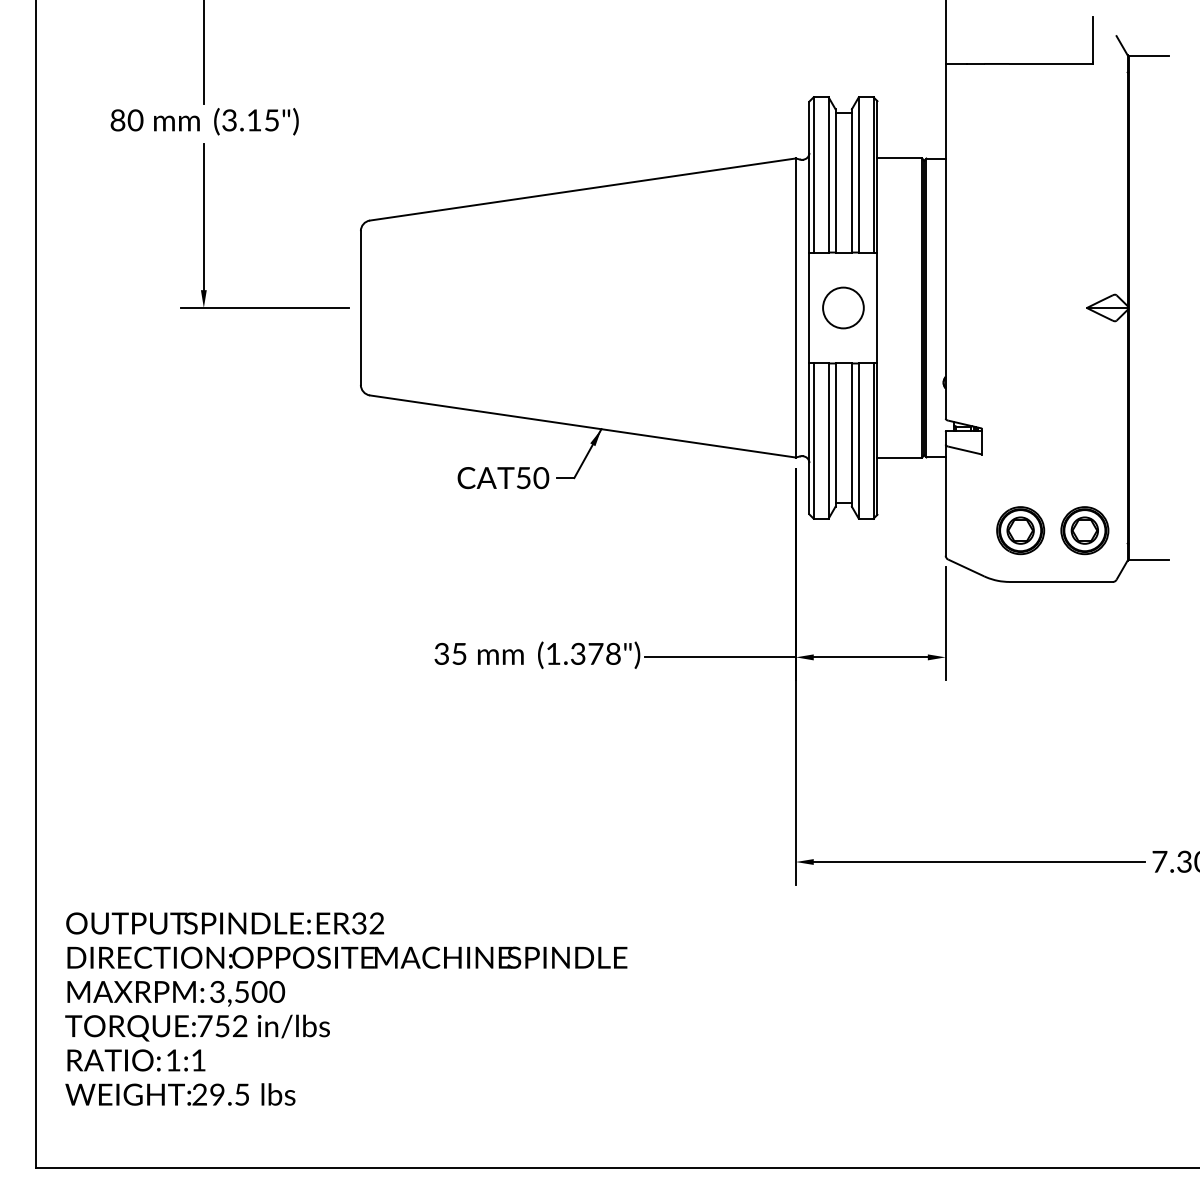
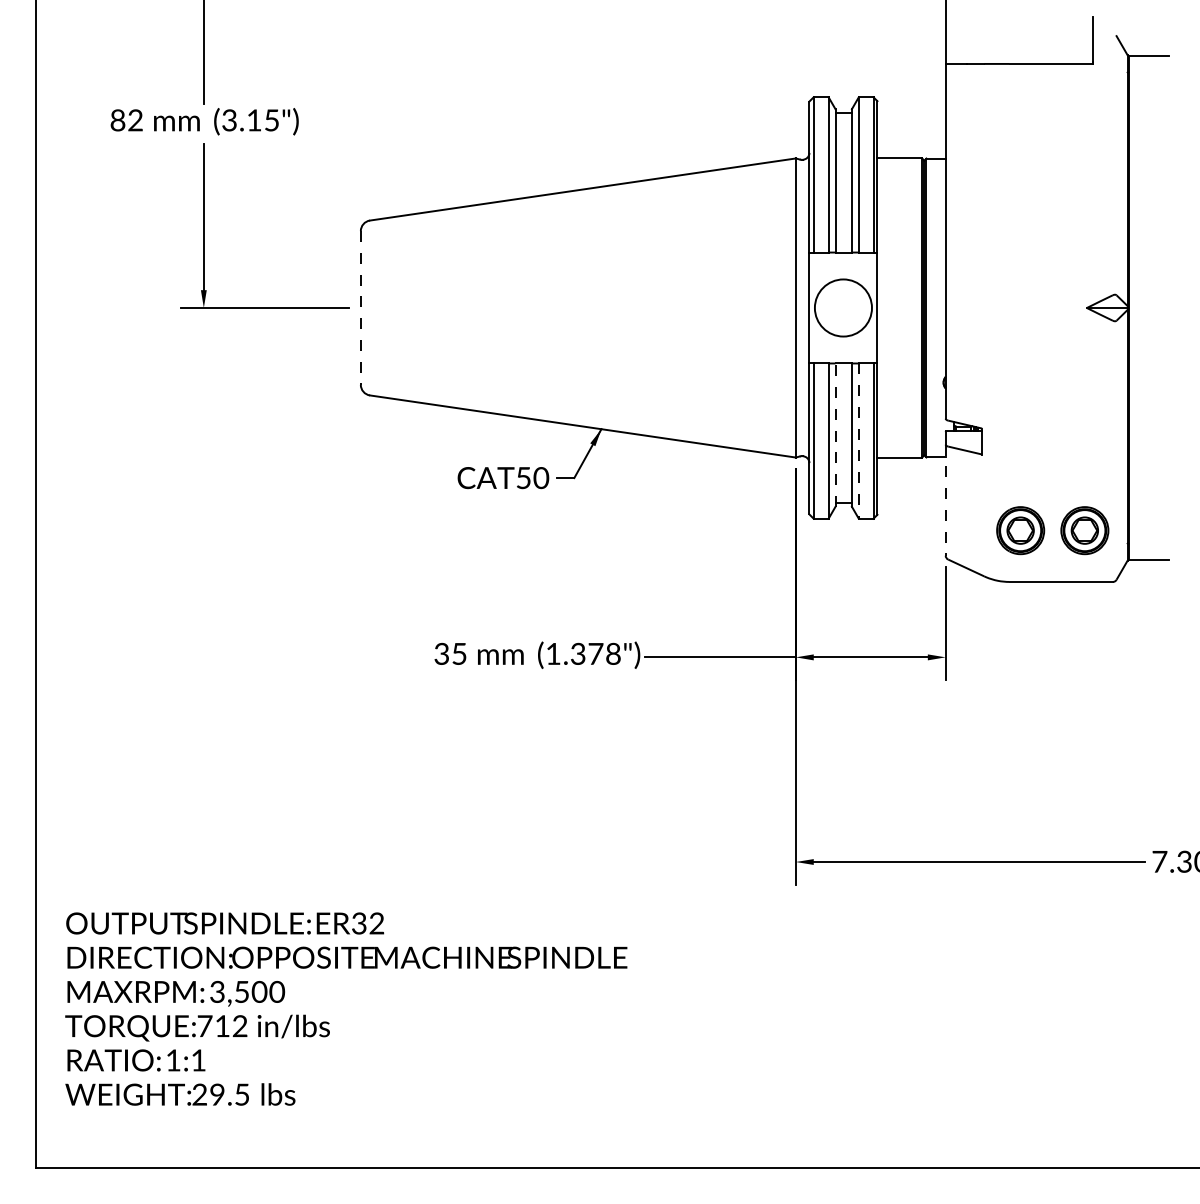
text at (135, 120): 80 -> 82
circle at (843, 307) diameter: 41 px -> 57 px
line at (360, 308): solid -> dashed
line at (835, 435): solid -> dashed
line at (858, 441): solid -> dashed
line at (945, 500): solid -> dashed
text at (222, 1026): 752 -> 712
